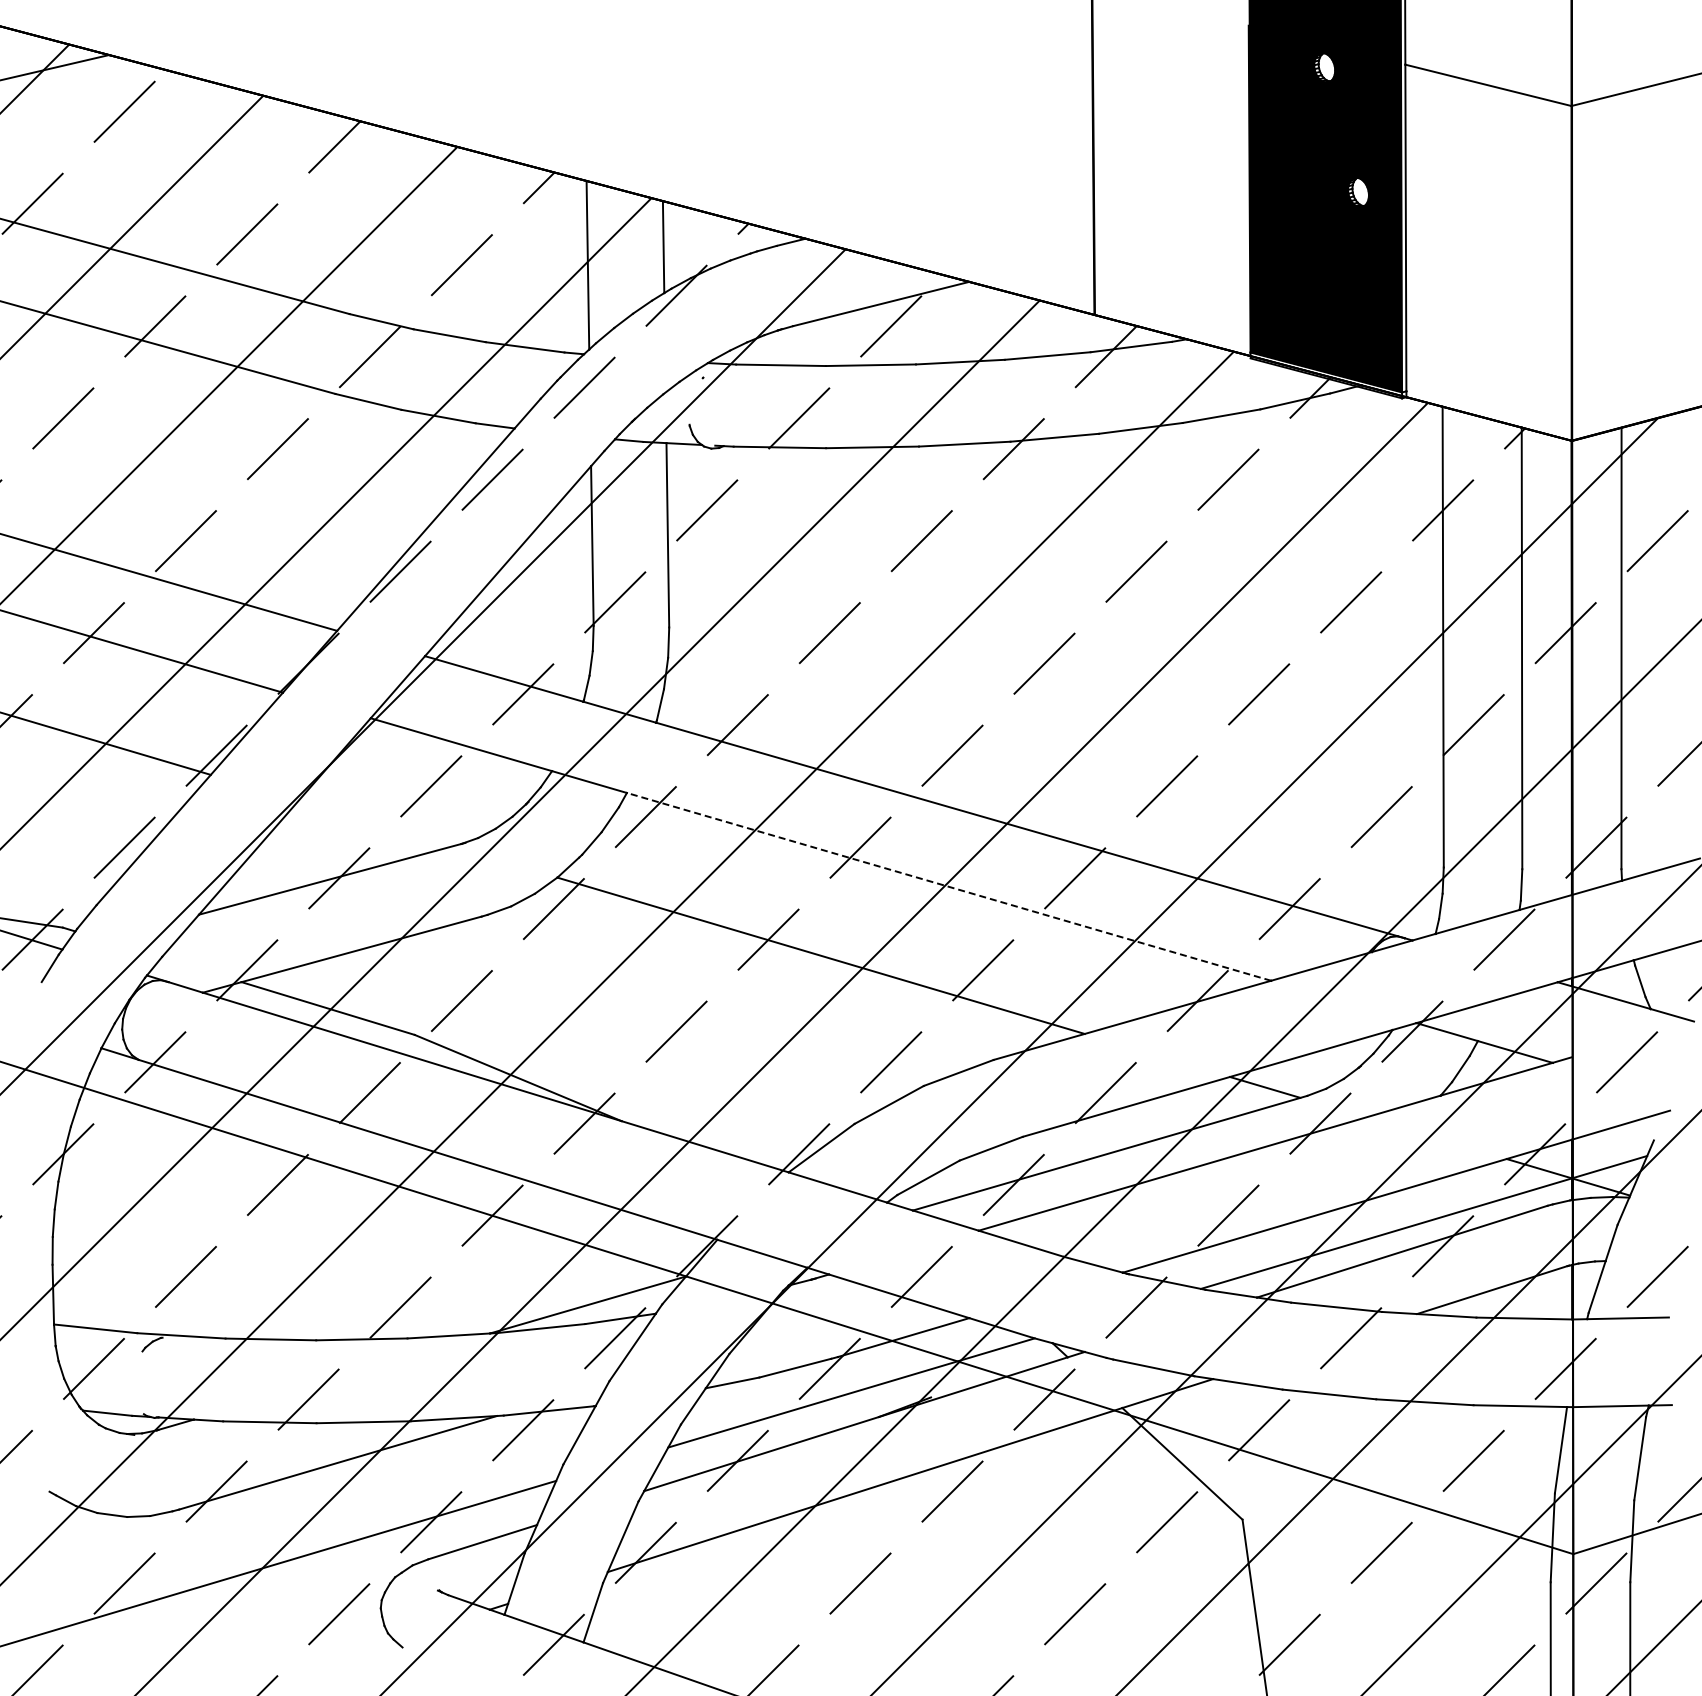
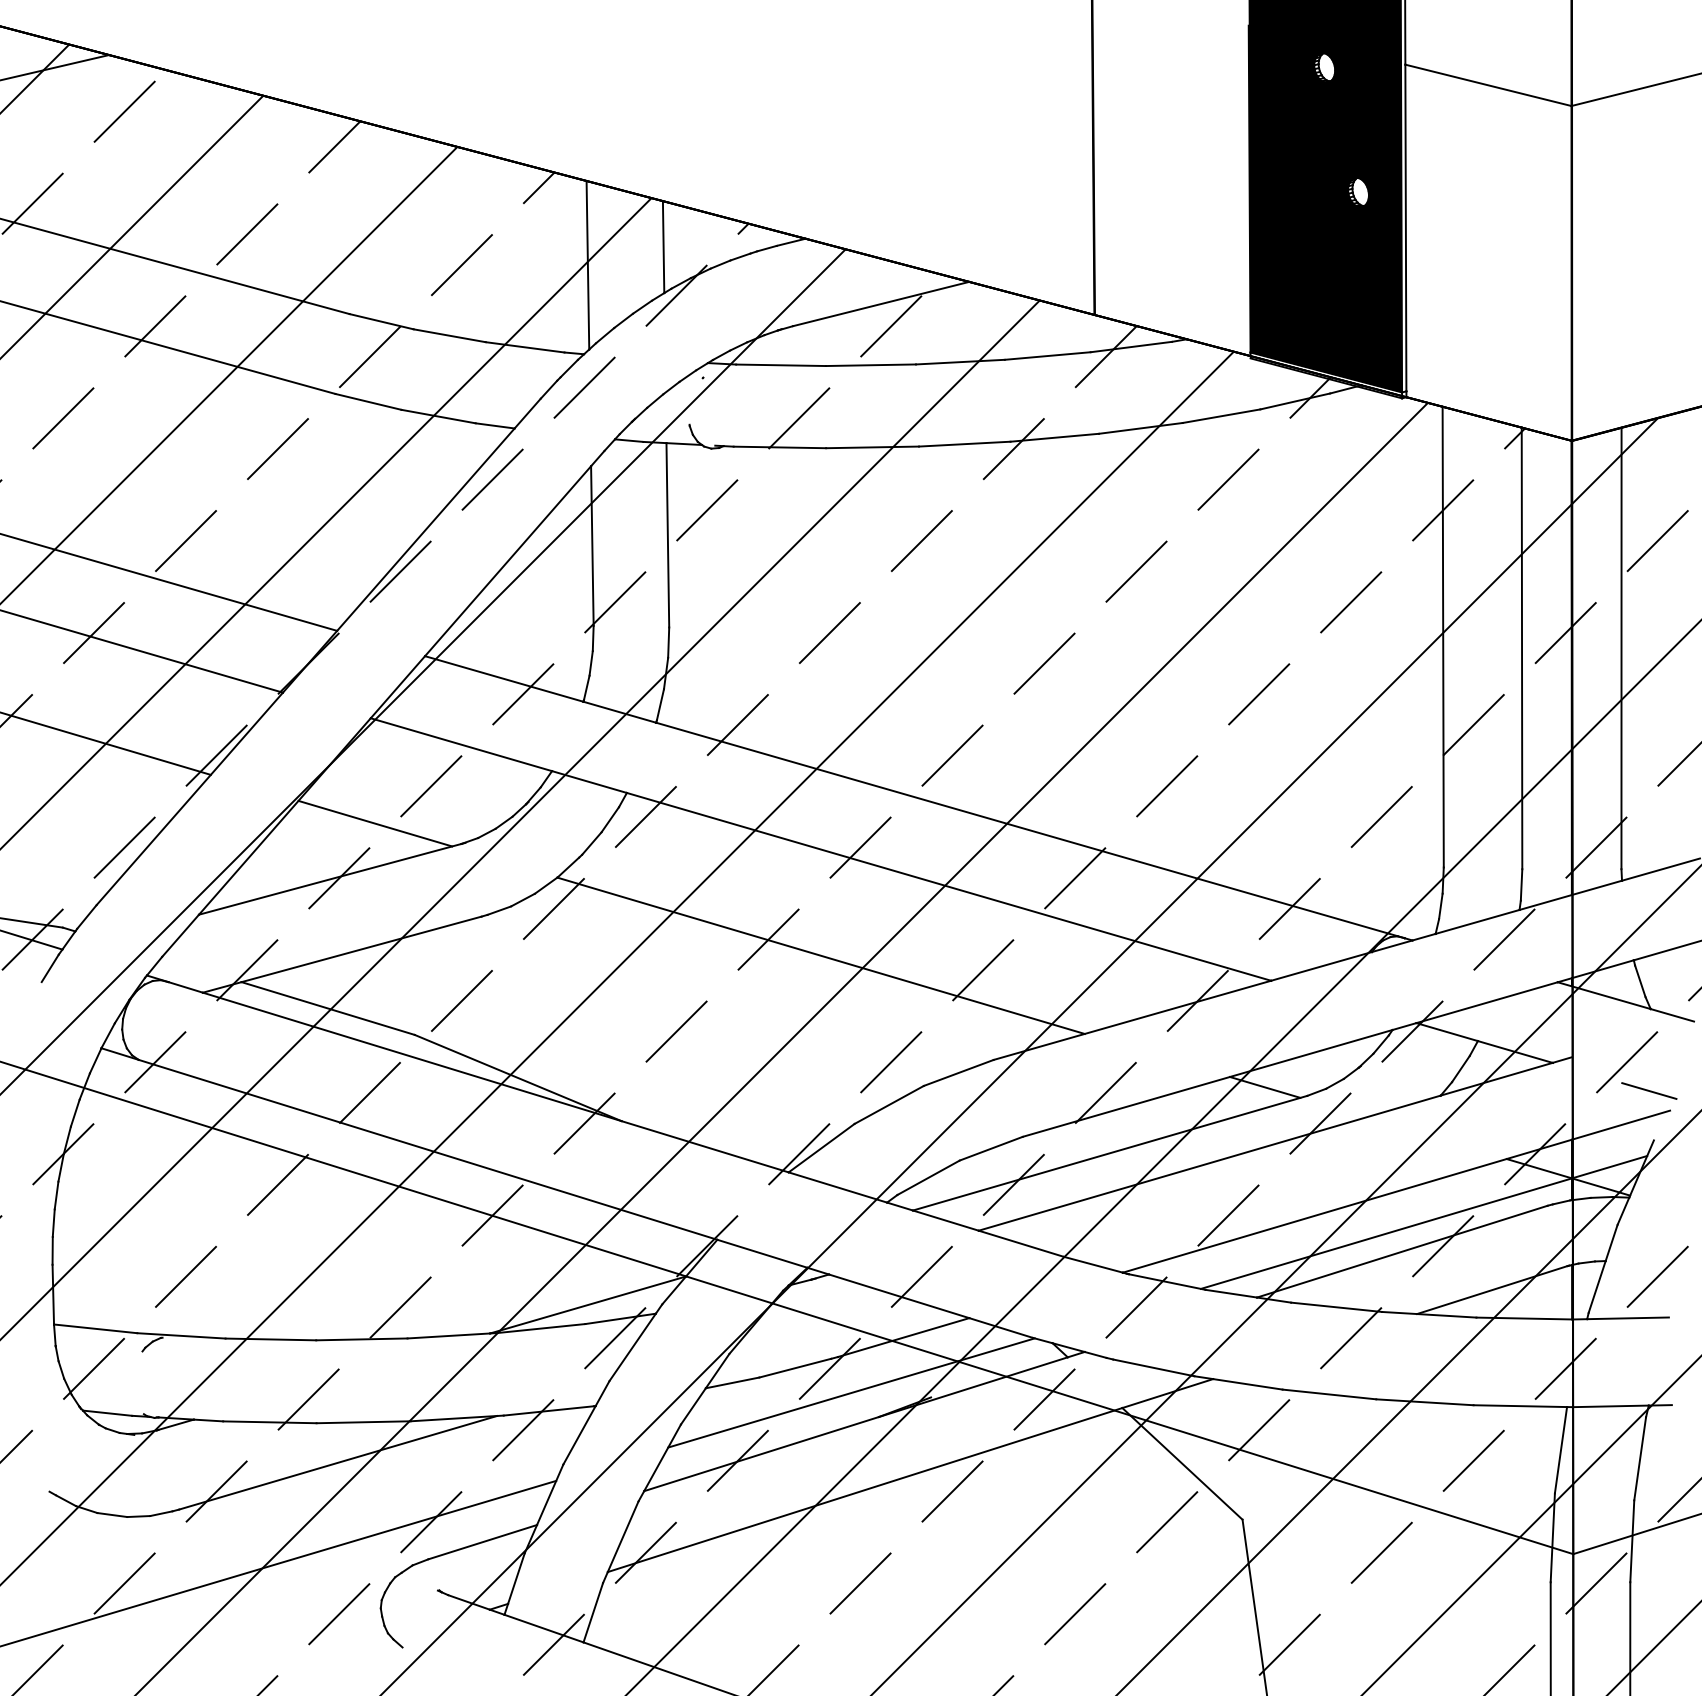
line at (375, 823): none -> present
line at (949, 886): dashed -> solid
line at (1649, 1090): none -> present
